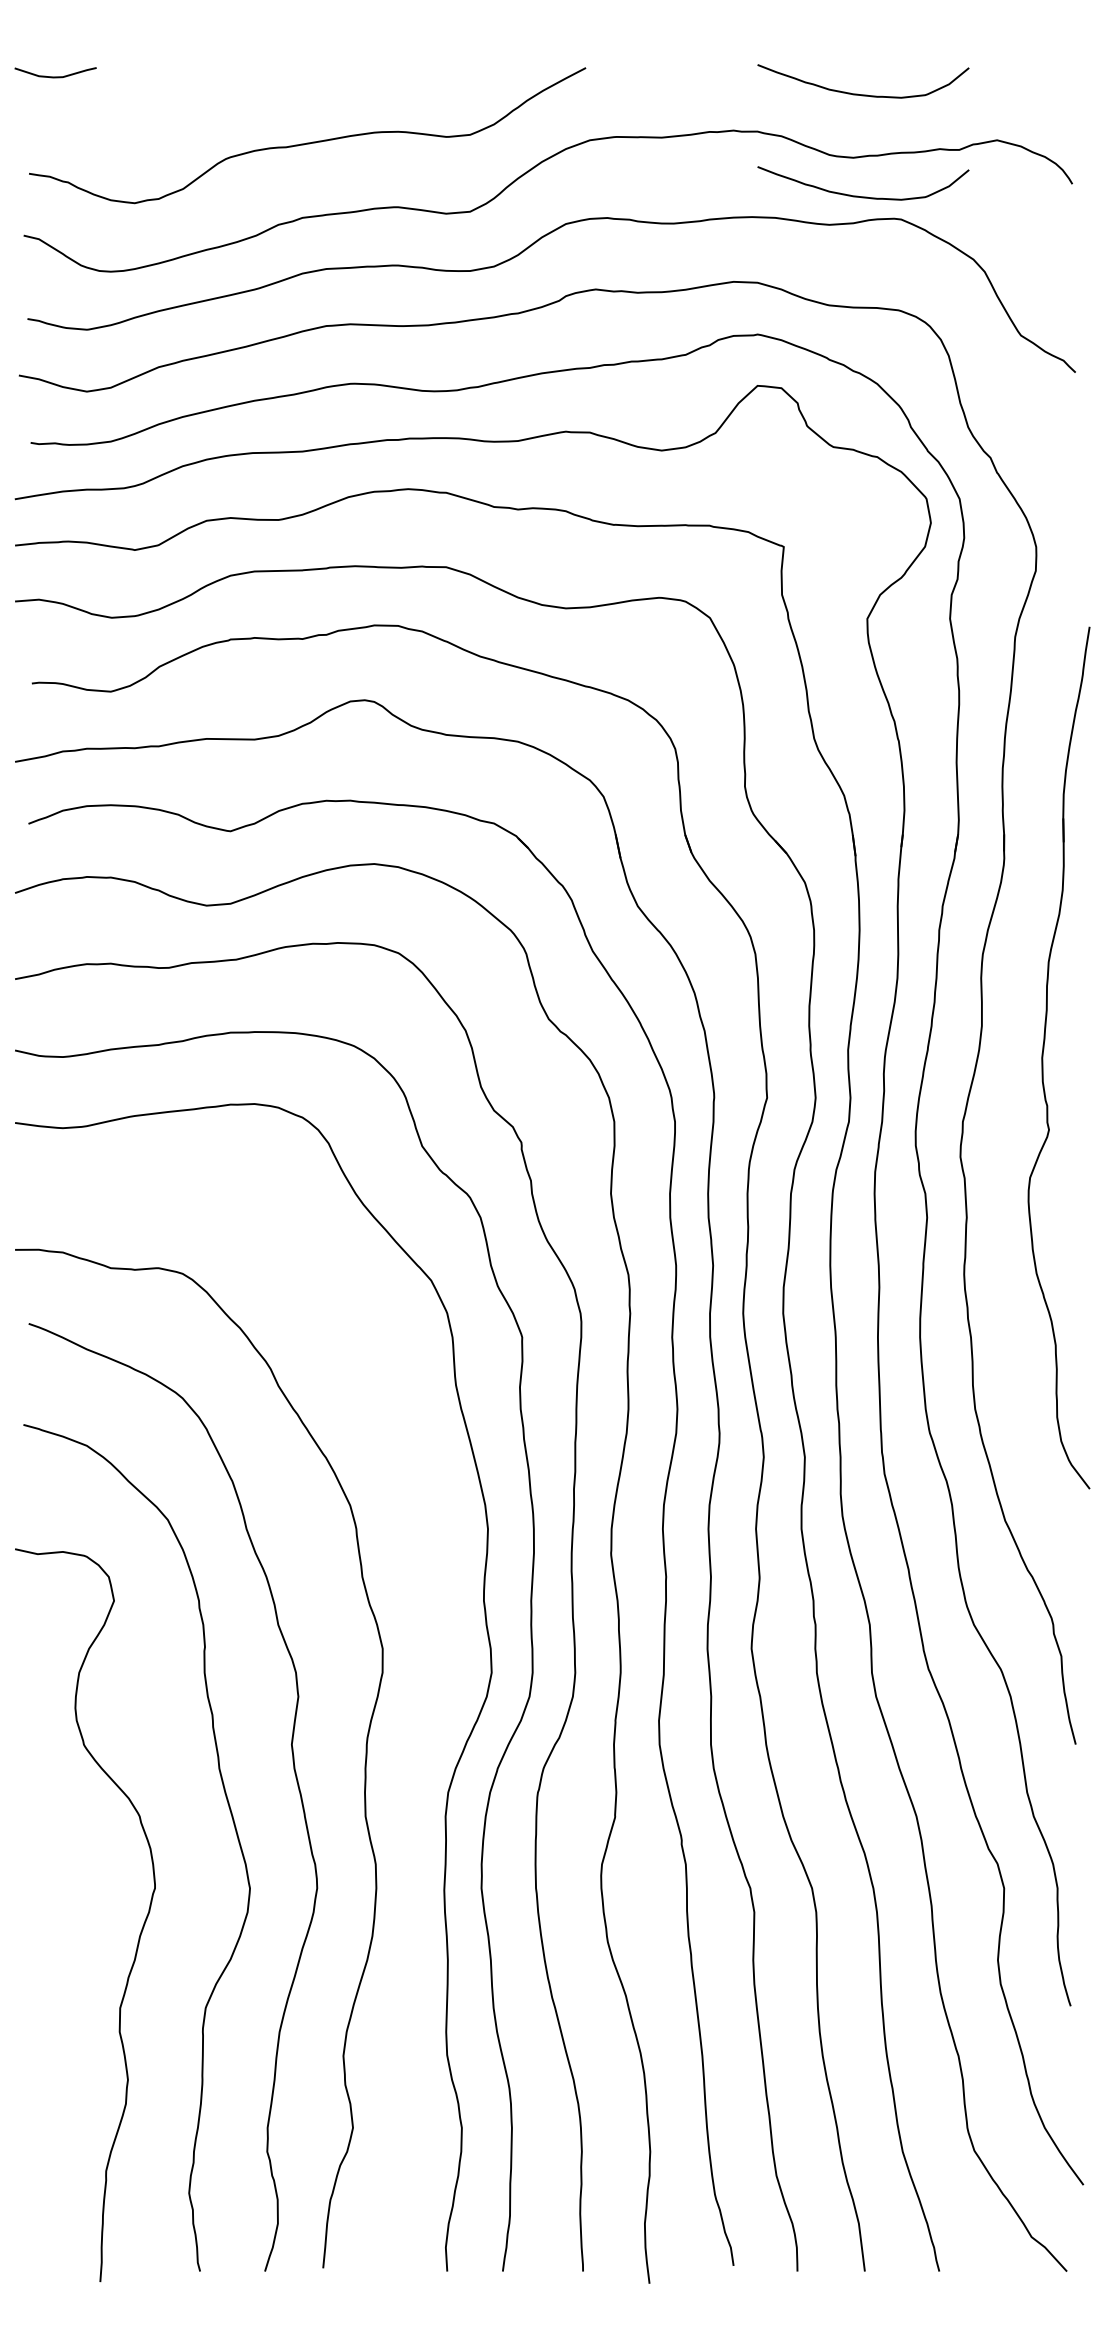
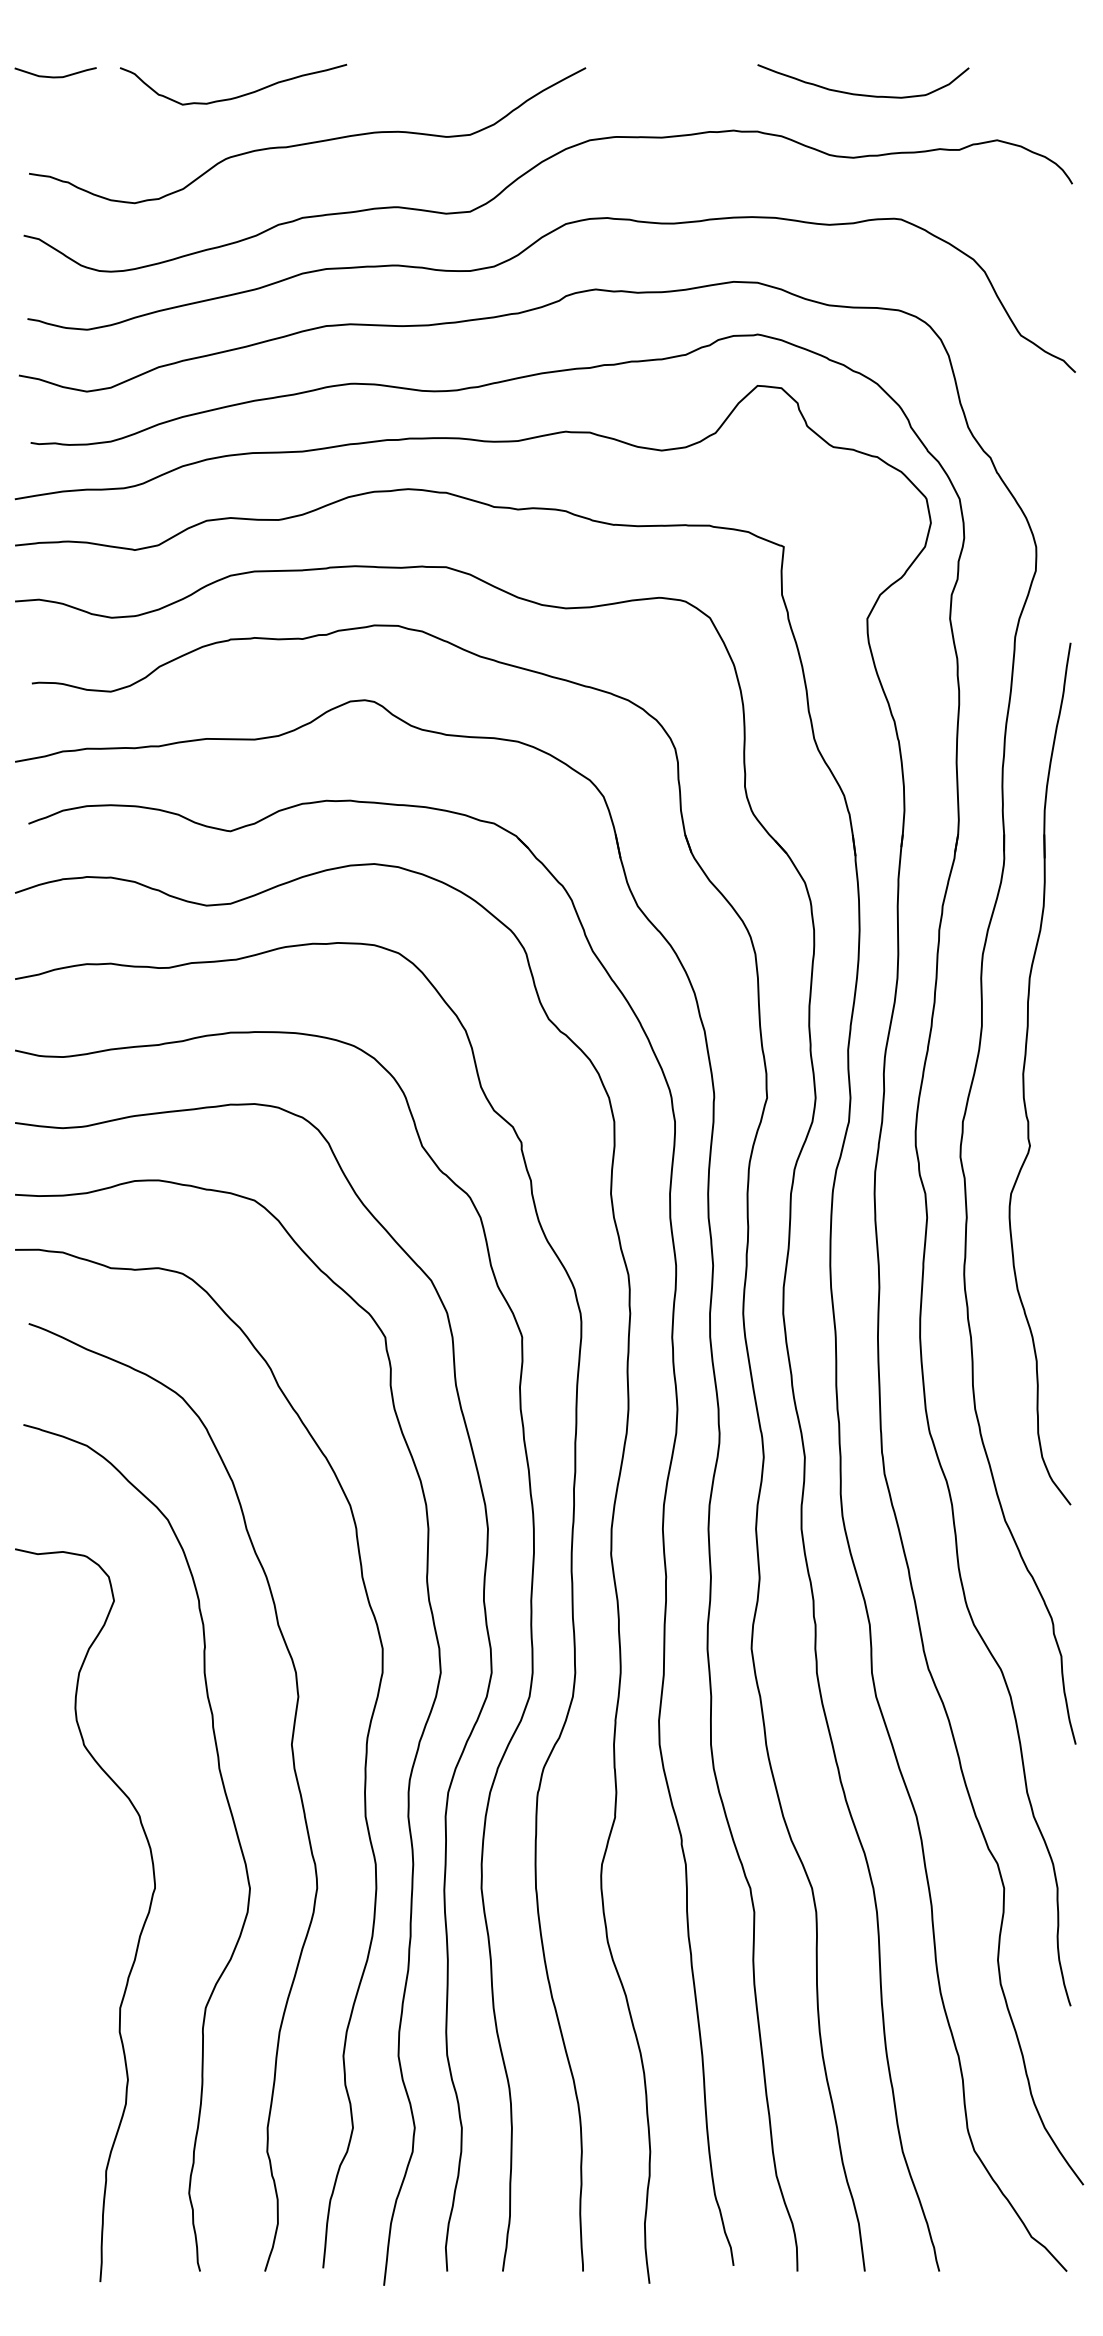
curve at (236, 96): none -> present
curve at (863, 196): present -> none
part at (1043, 1057) position: (1043, 1057) -> (1024, 1073)
curve at (409, 1775): none -> present
